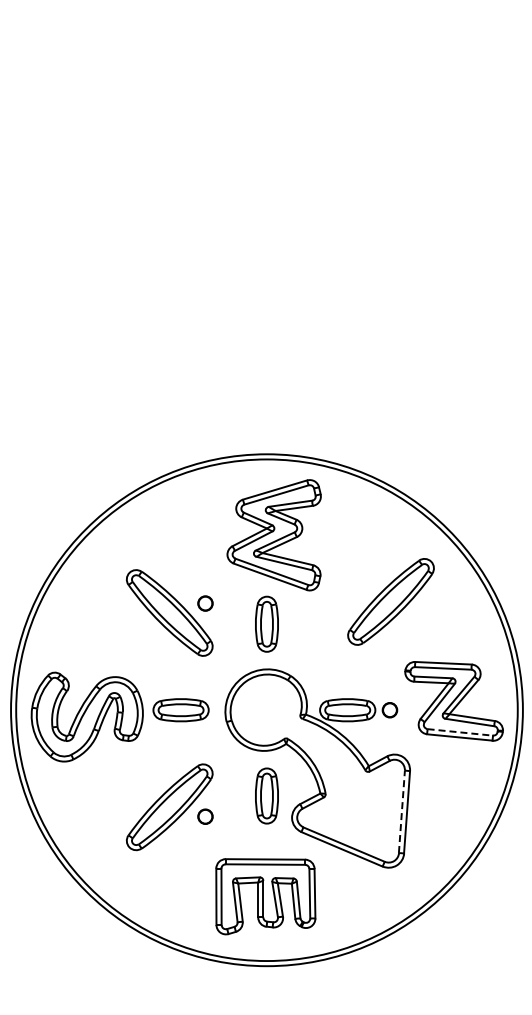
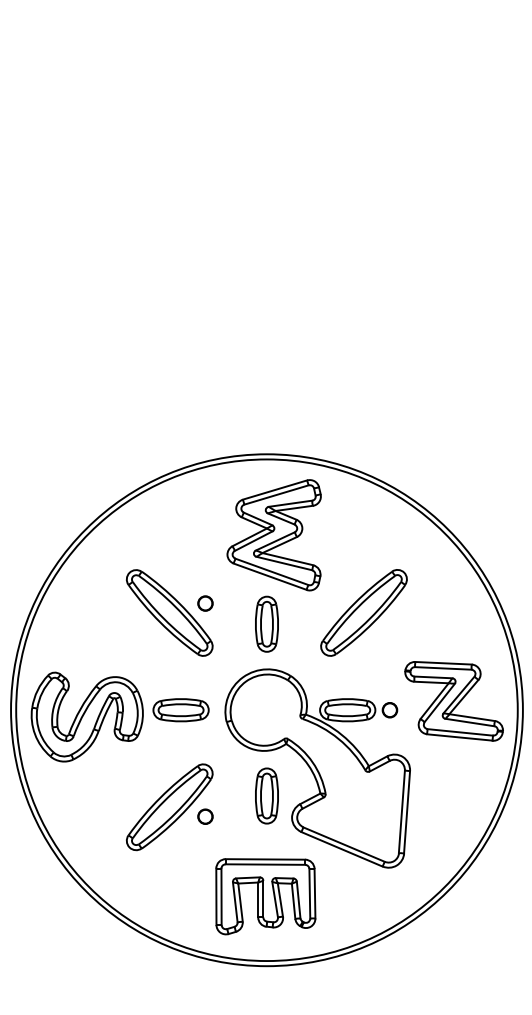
part at (390, 601) position: (390, 601) -> (363, 612)
line at (460, 732): dashed -> solid
line at (401, 811): dashed -> solid
